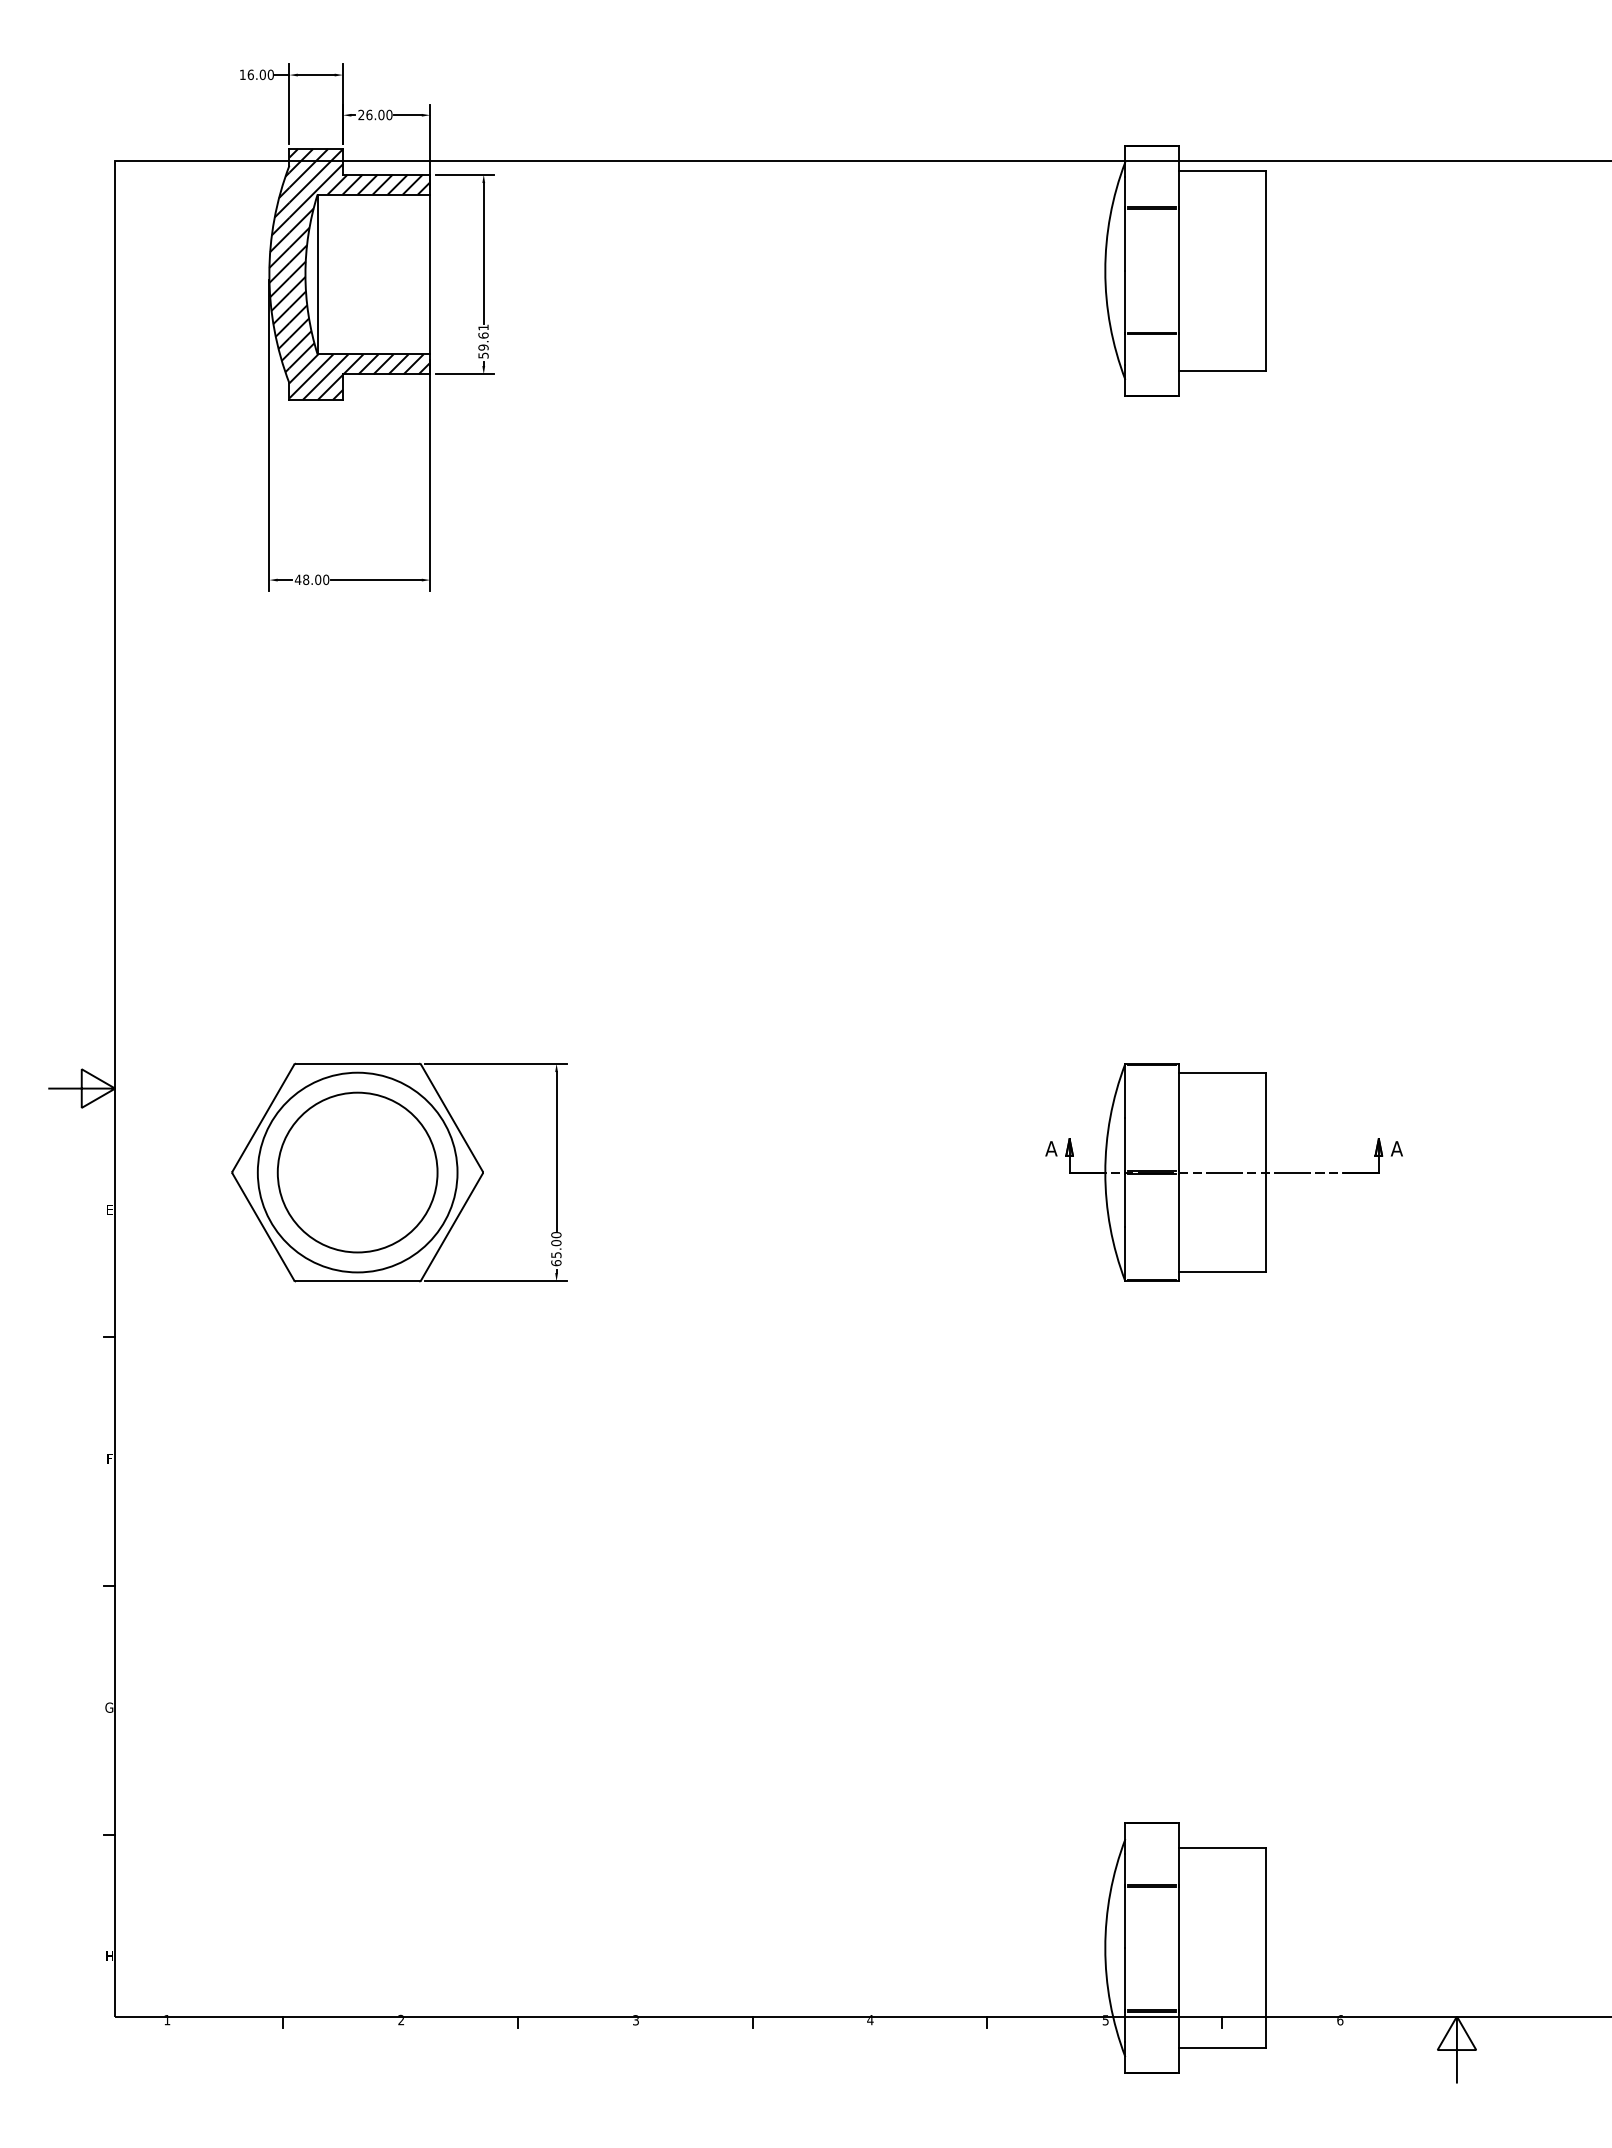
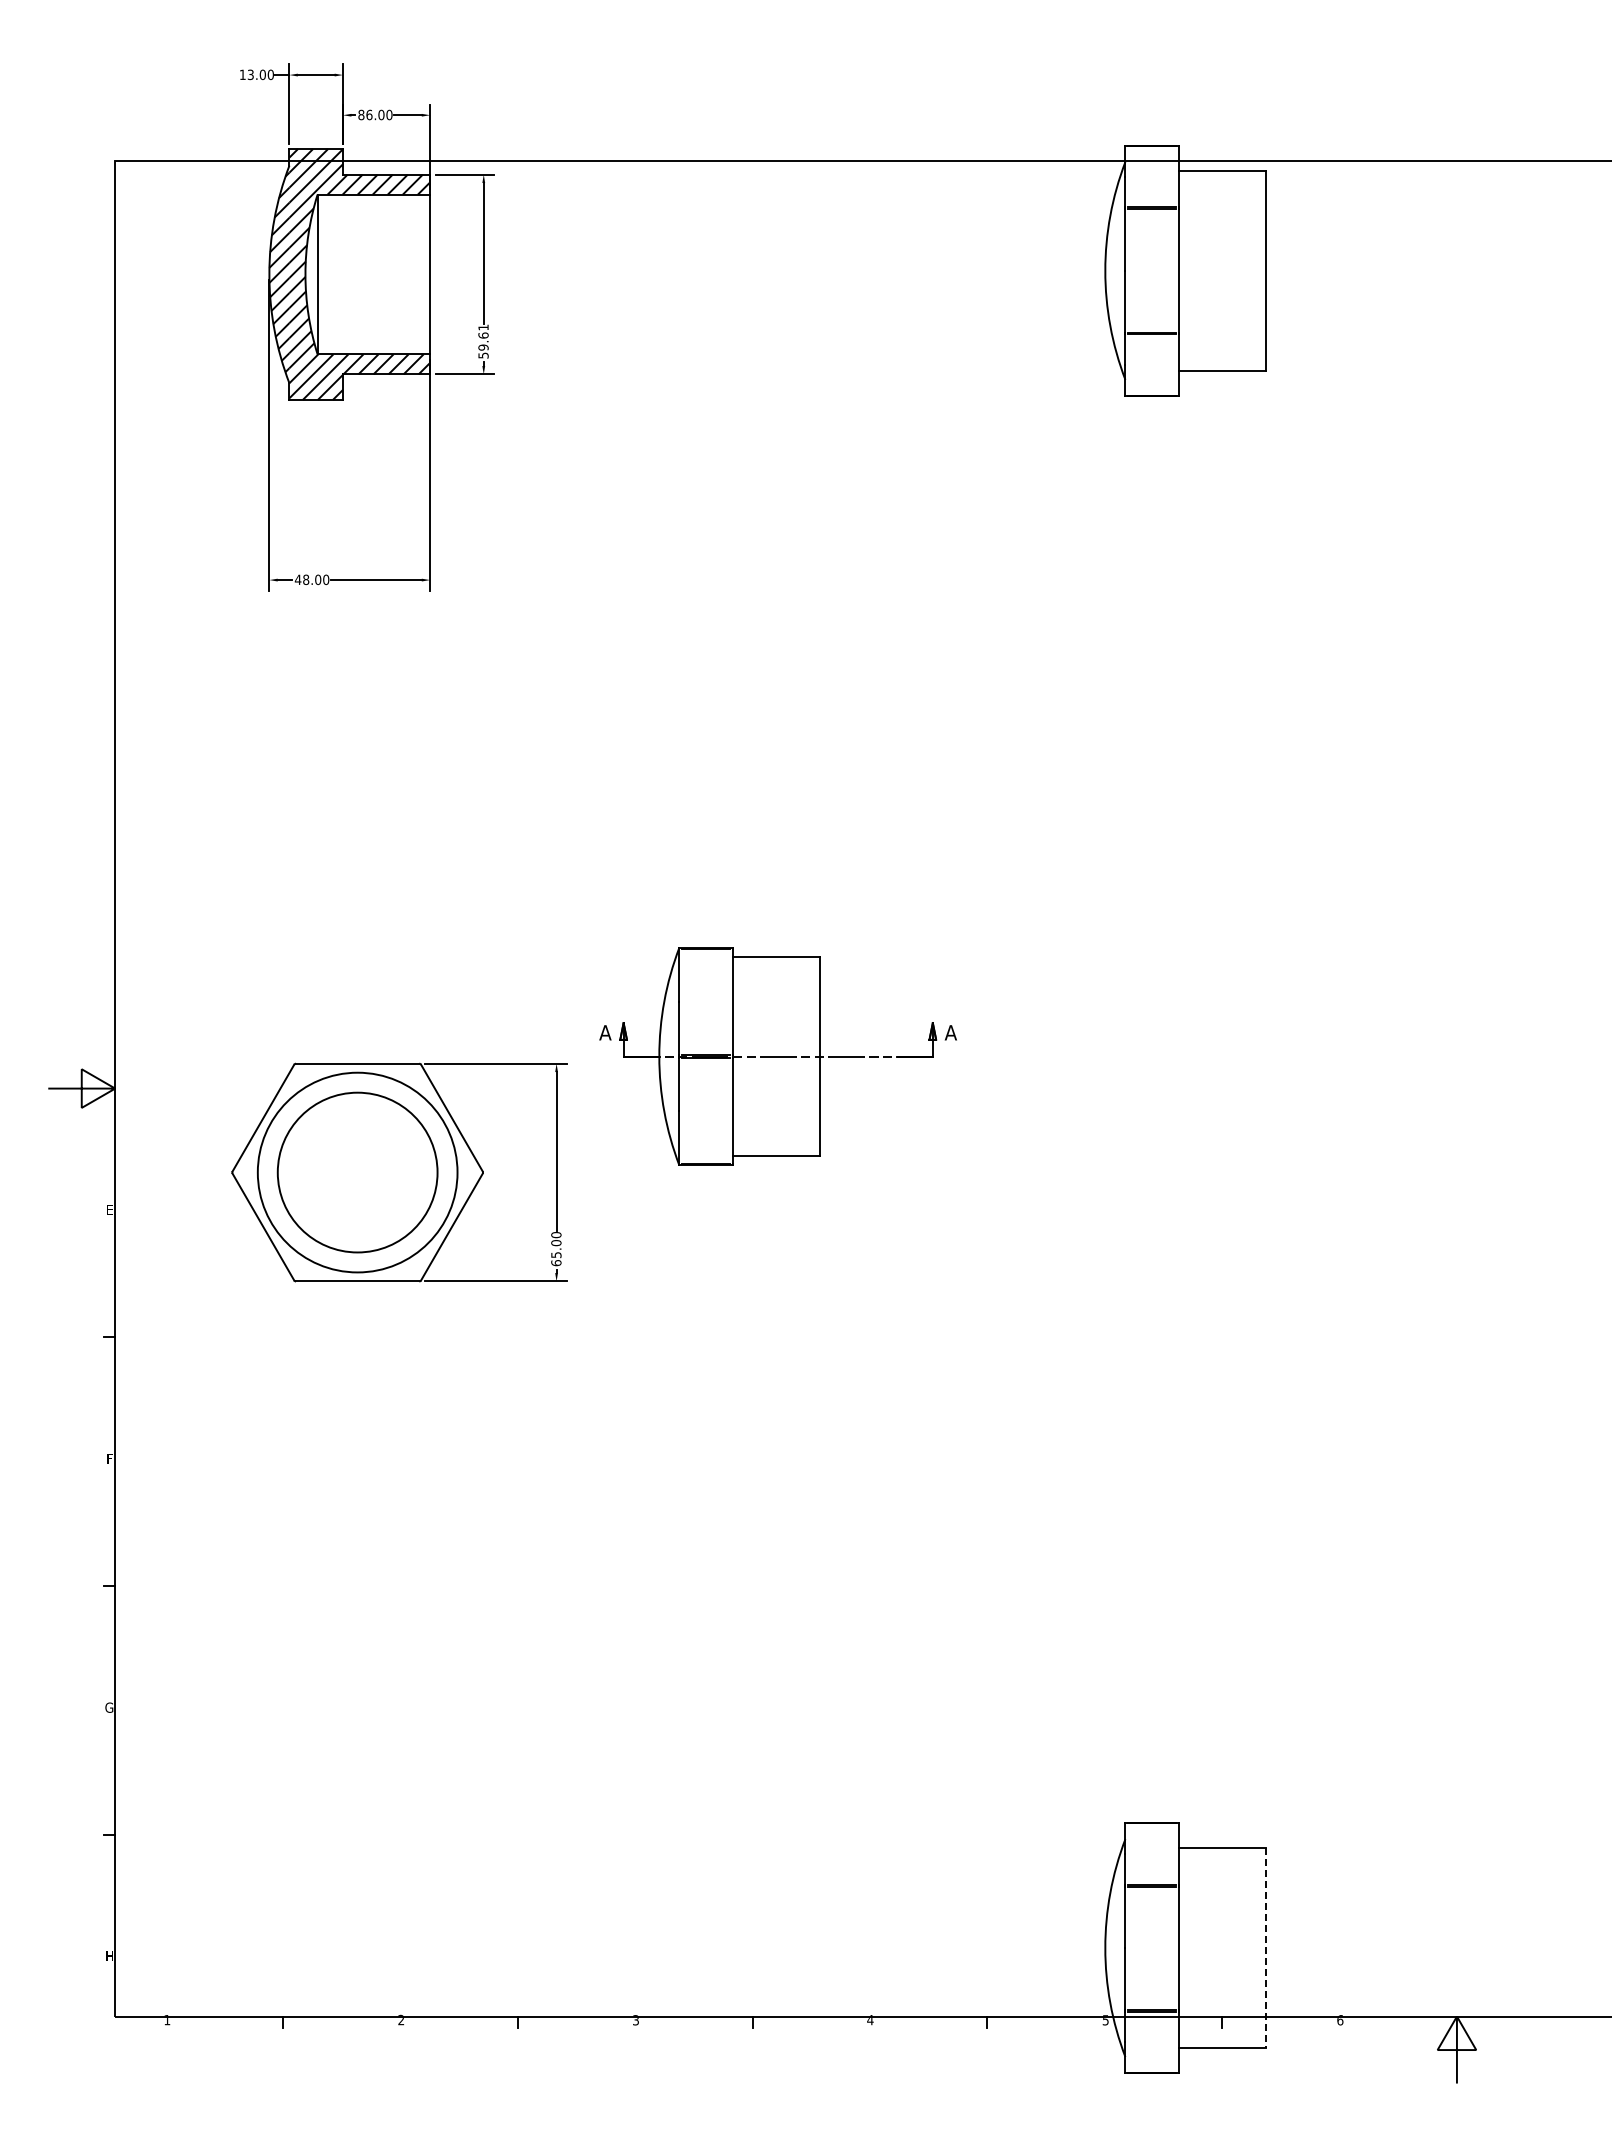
text at (250, 74): 16.00 -> 13.00
text at (361, 115): 26.00 -> 86.00
part at (1223, 1172) position: (1223, 1172) -> (777, 1056)
line at (1266, 1948): solid -> dashed
